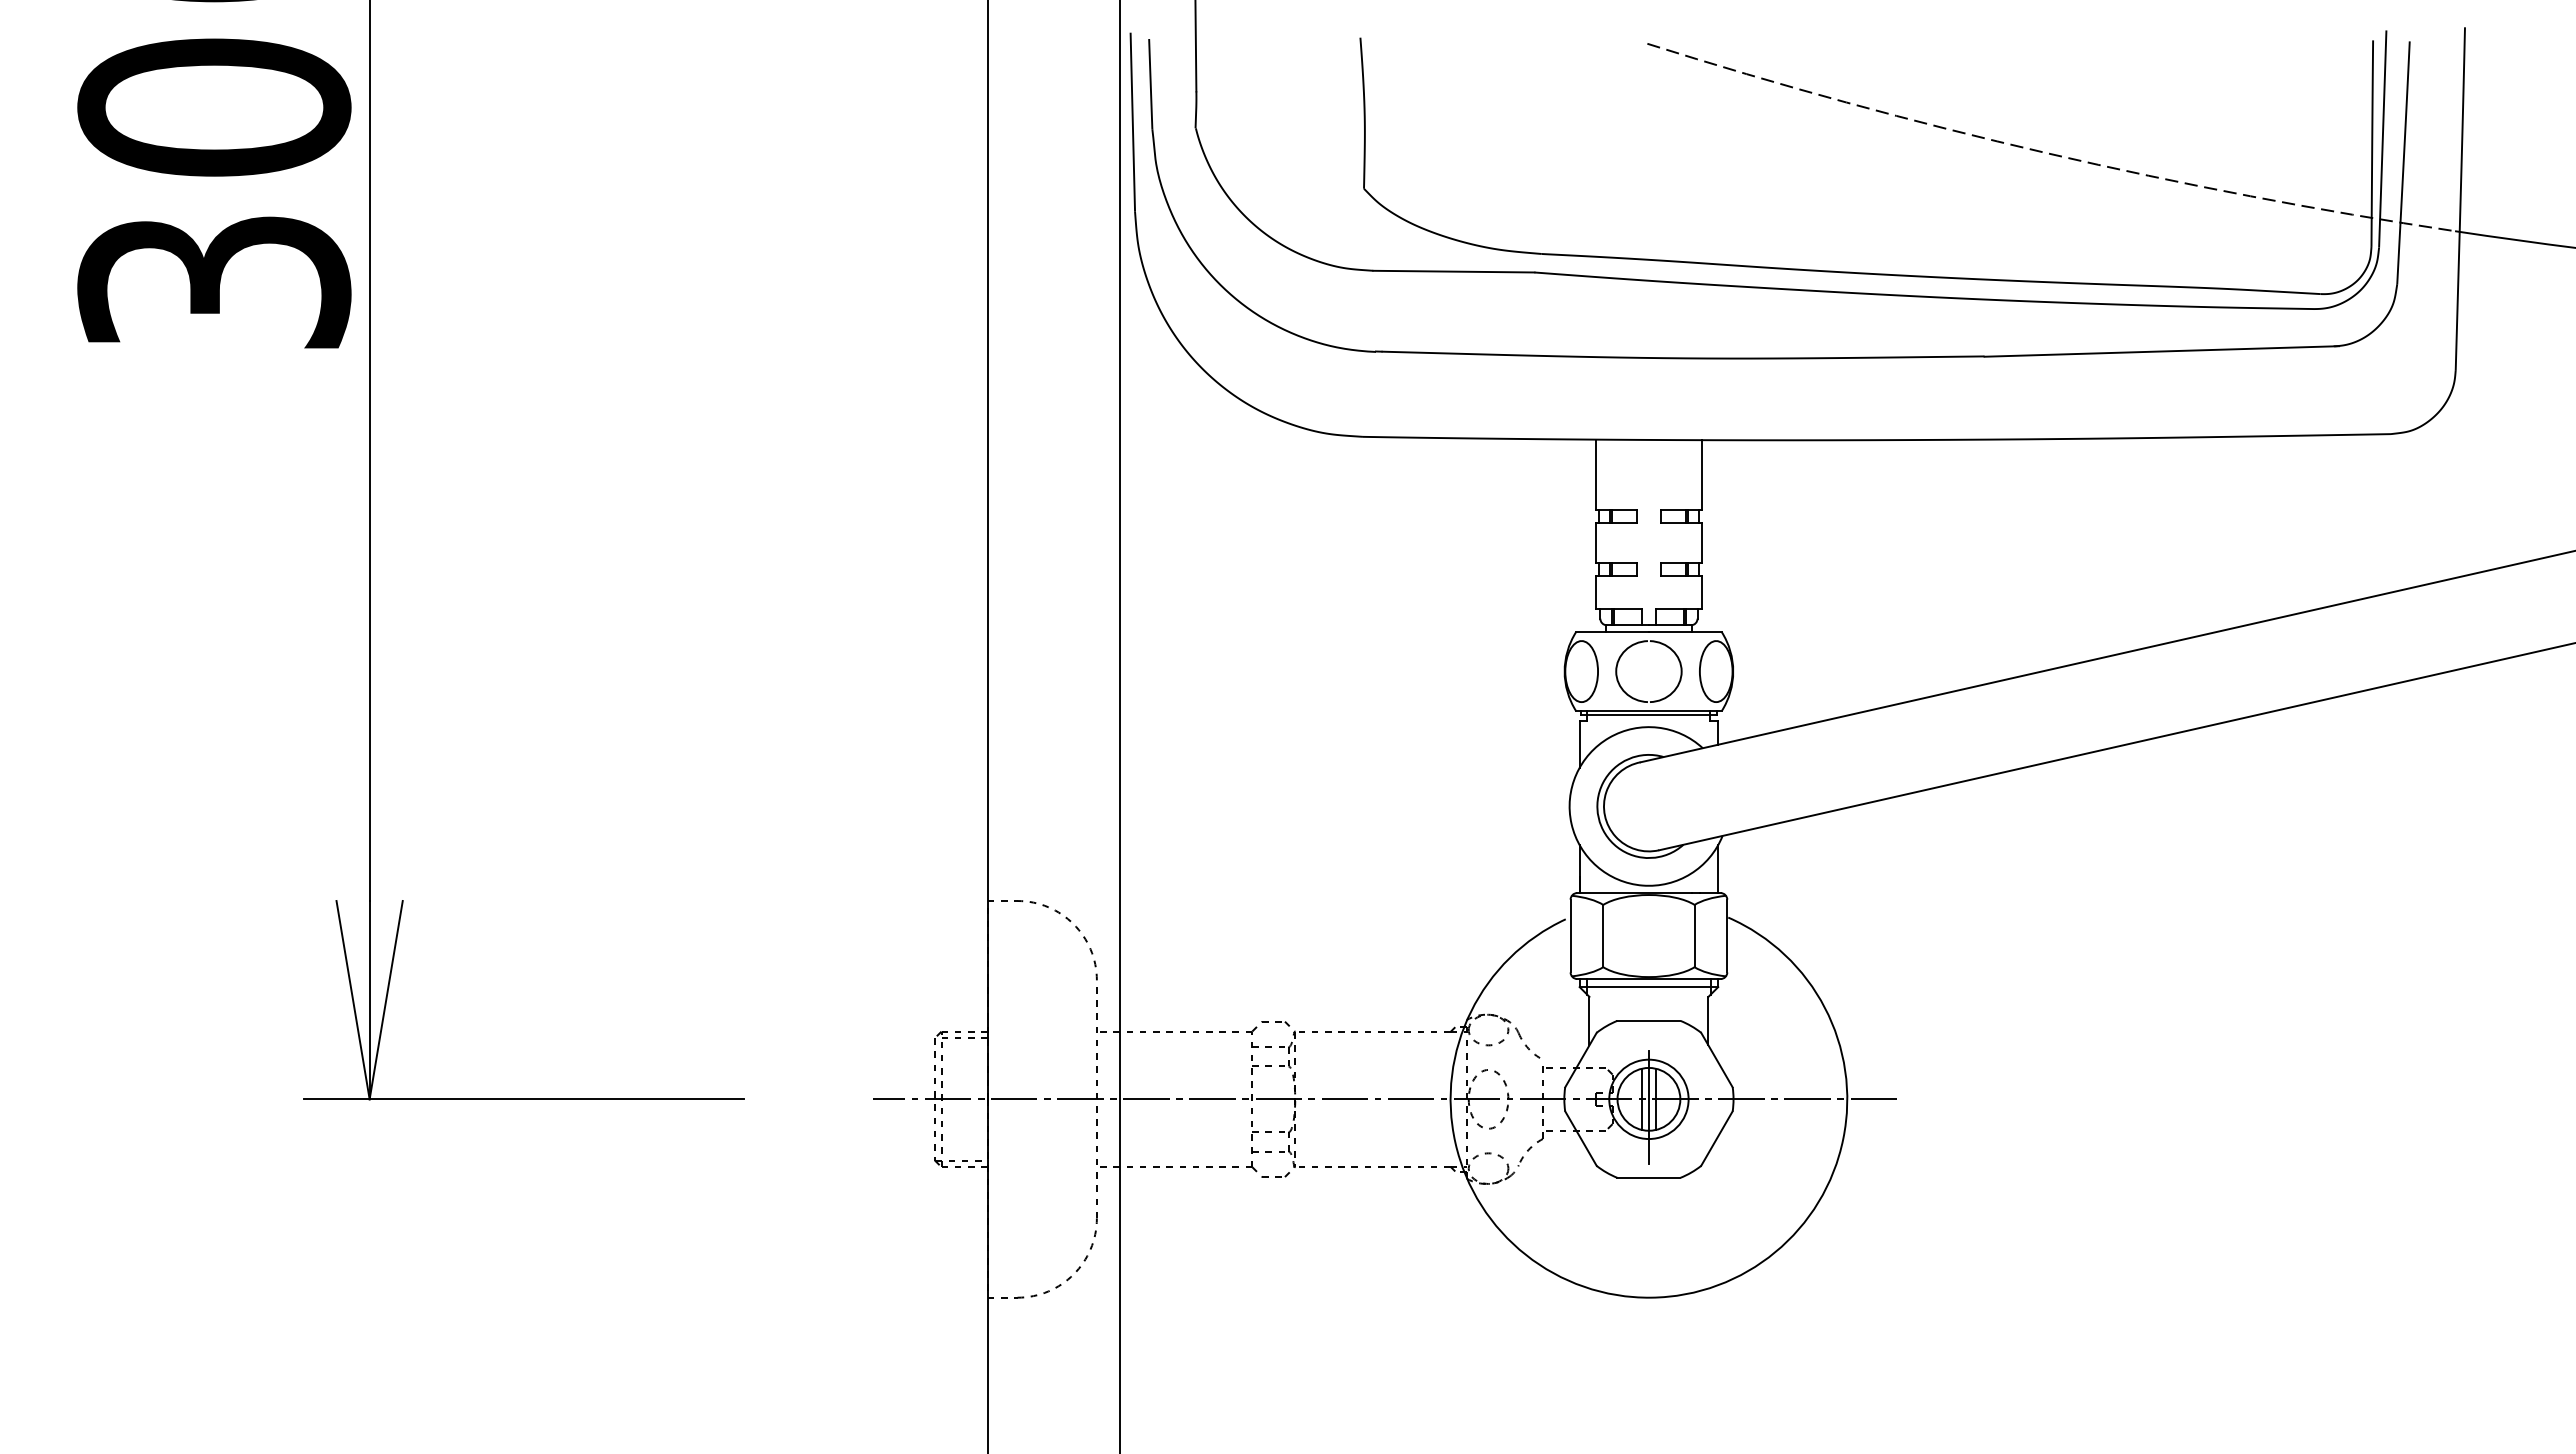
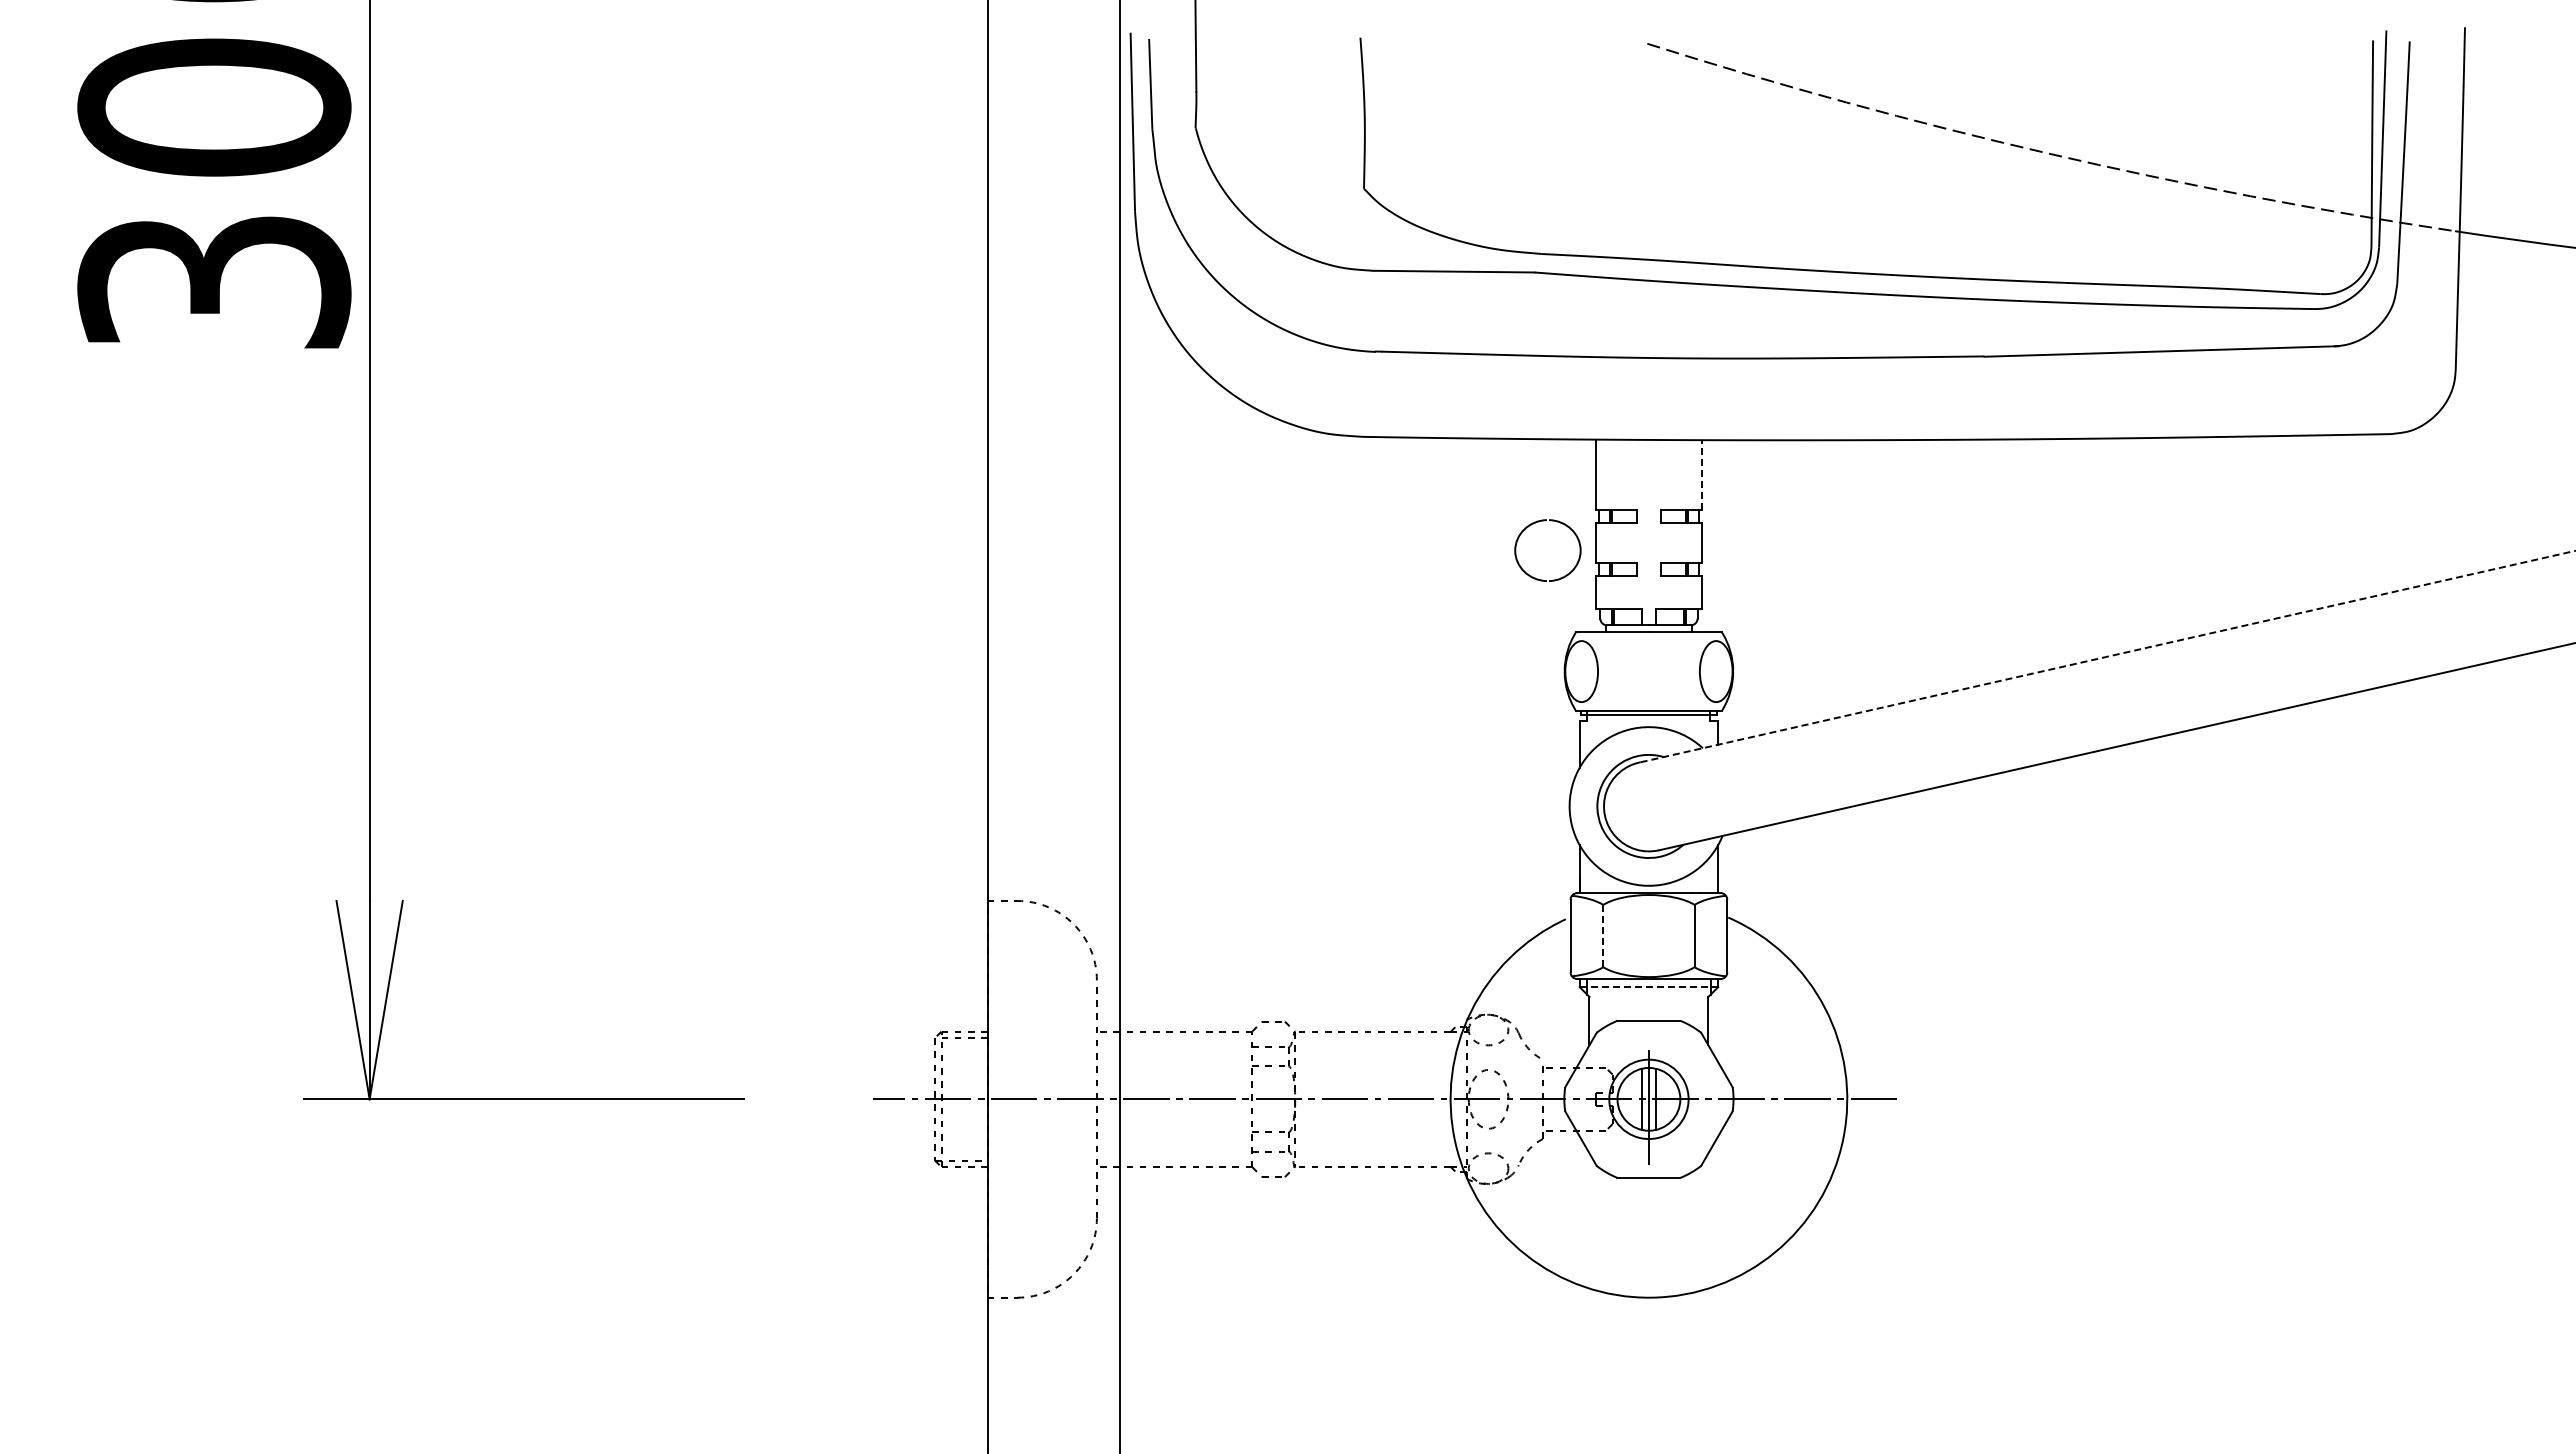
line at (1701, 474): solid -> dashed
part at (1646, 642) position: (1646, 642) -> (1545, 521)
line at (2108, 656): solid -> dashed
line at (1603, 936): solid -> dashed
line at (1649, 987): solid -> dashed
